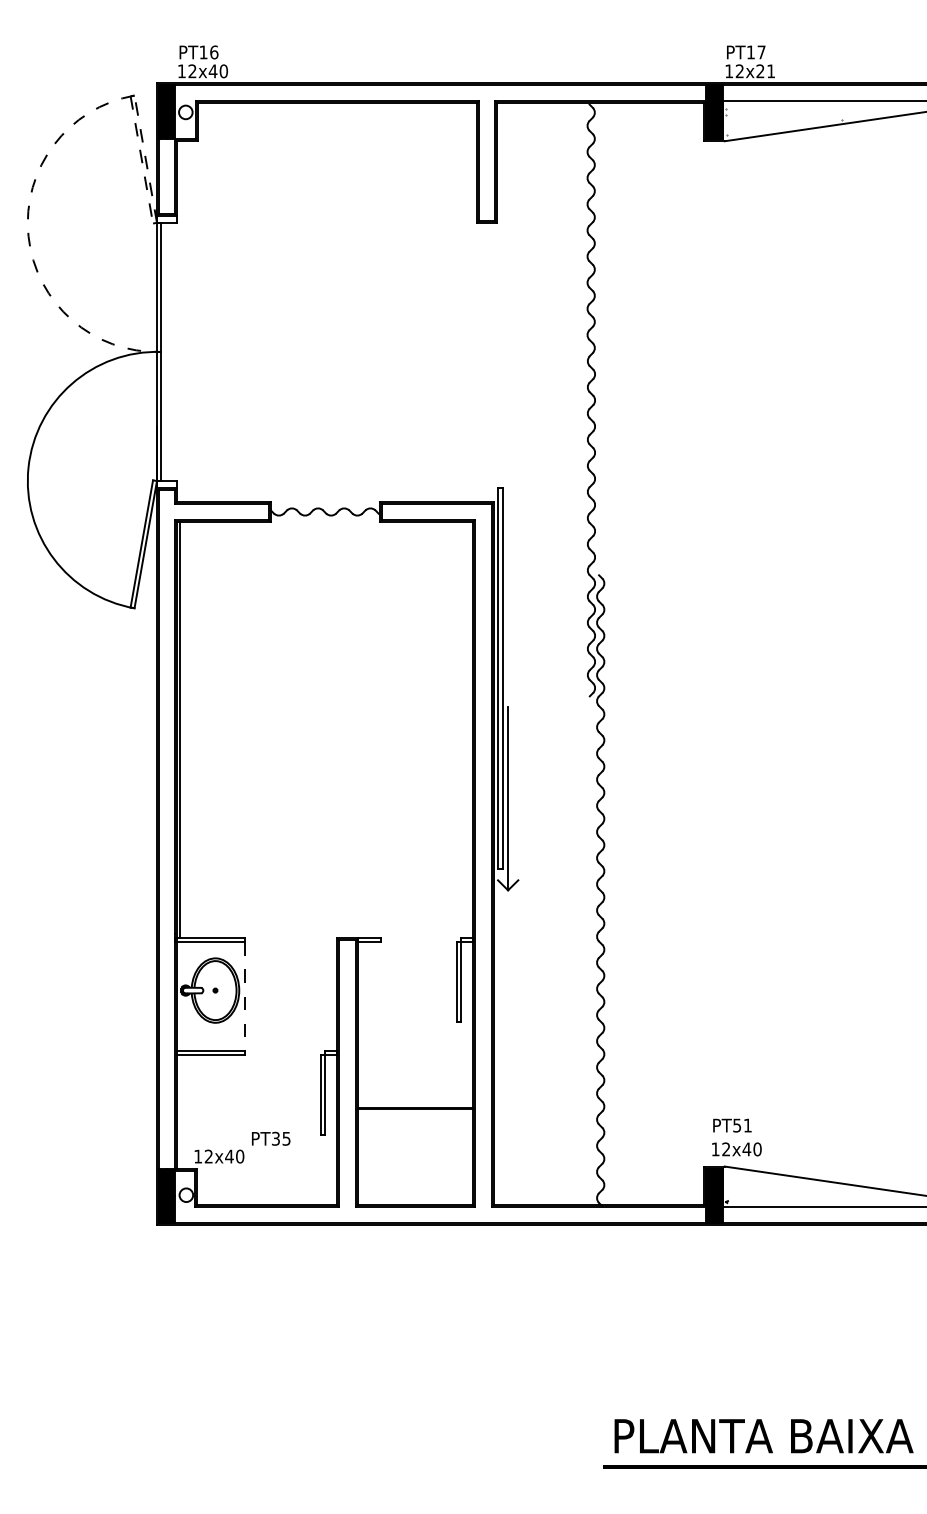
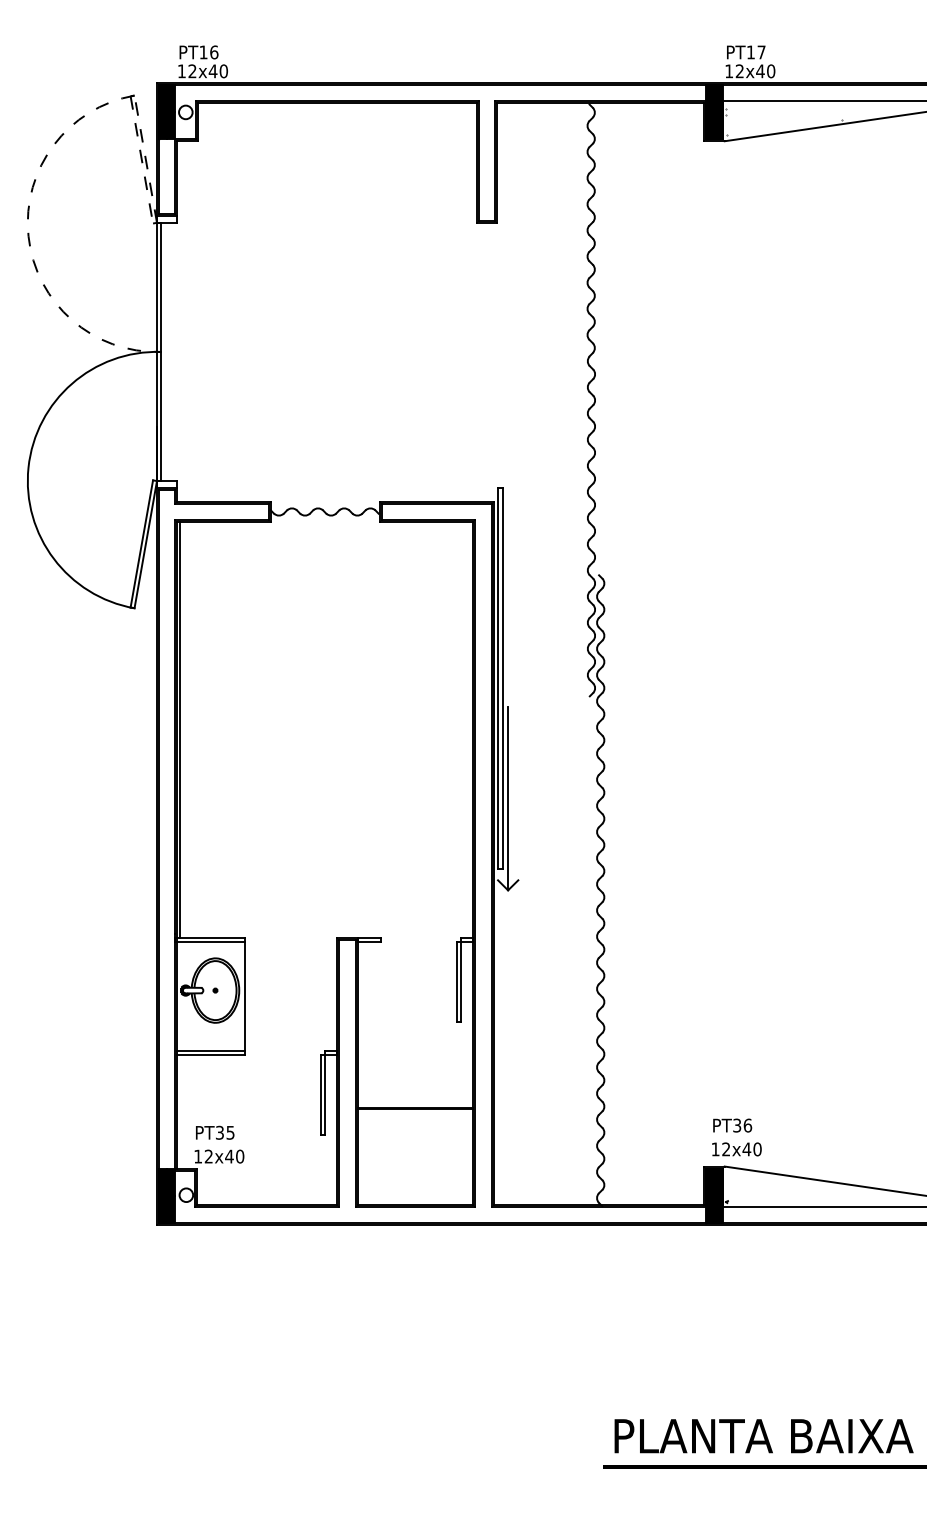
text at (765, 71): 12x21 -> 12x40
line at (245, 997): dashed -> solid
text at (742, 1125): PT51 -> PT36
text at (271, 1138) position: (271, 1138) -> (215, 1132)
